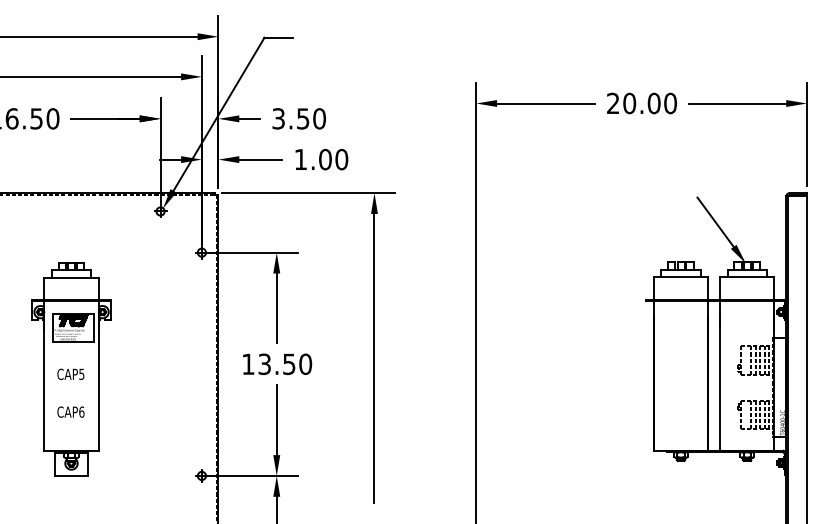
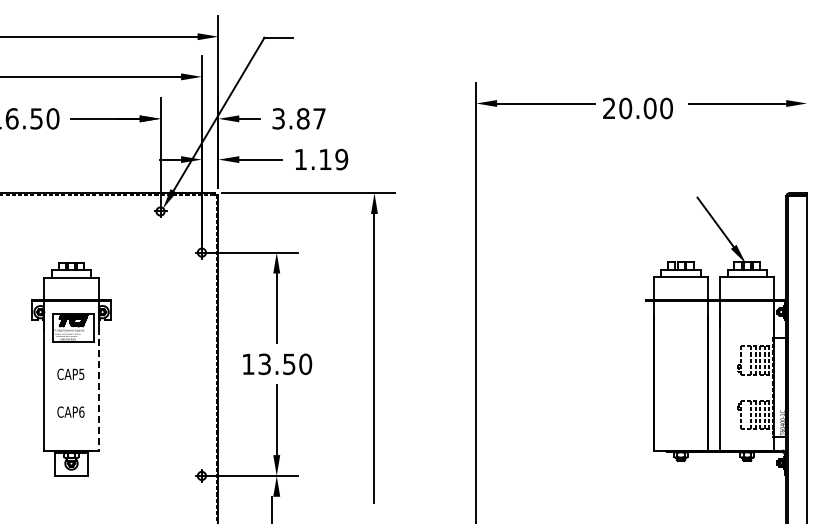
text at (641, 103) position: (641, 103) -> (637, 108)
text at (310, 118): 3.50 -> 3.87
line at (807, 133): present -> none
text at (333, 159): 1.00 -> 1.19
line at (98, 384): solid -> dashed
line at (276, 508) position: (276, 508) -> (271, 508)
